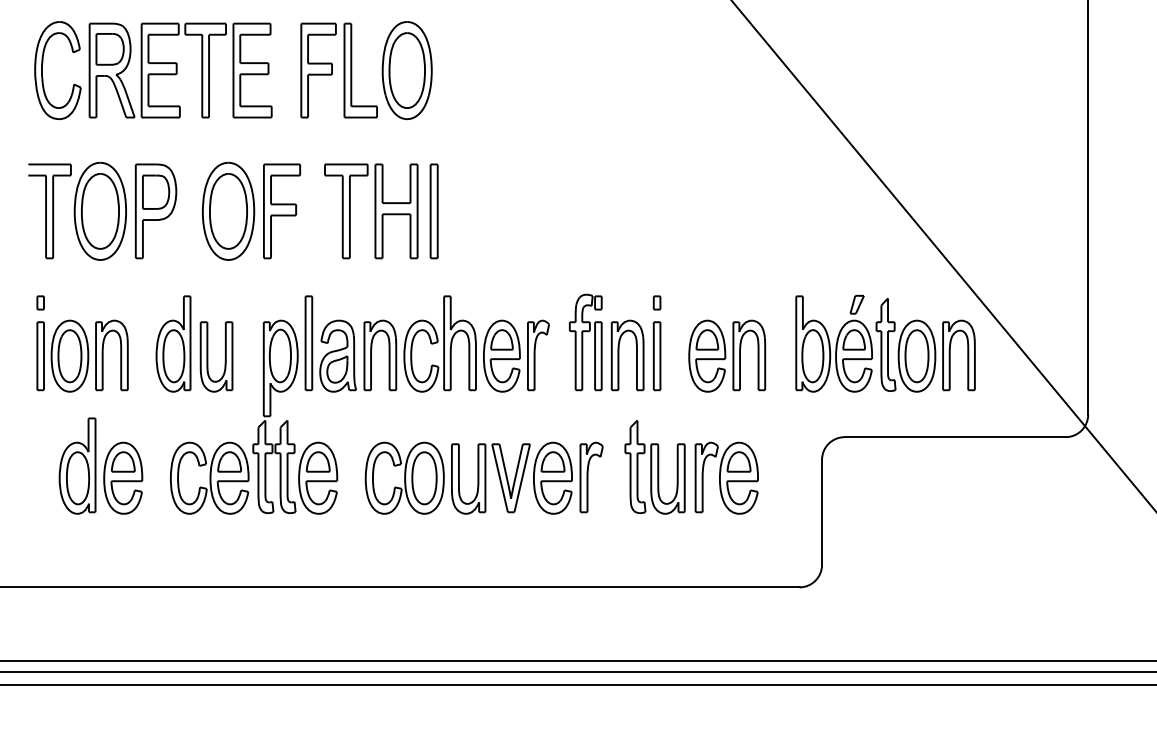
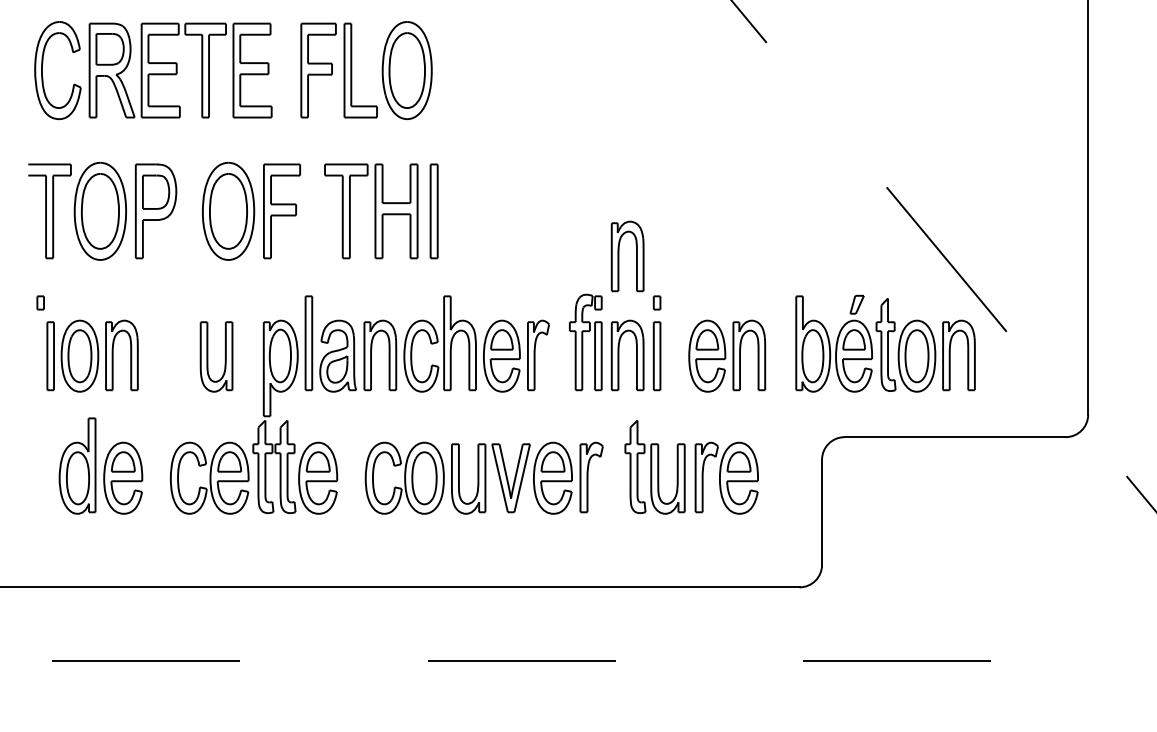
part at (619, 256): none -> present
line at (944, 256): solid -> dashed
part at (173, 343): present -> none
part at (82, 355) position: (82, 355) -> (92, 355)
line at (578, 660): solid -> dashed
line at (577, 671): present -> none
line at (577, 685): present -> none
